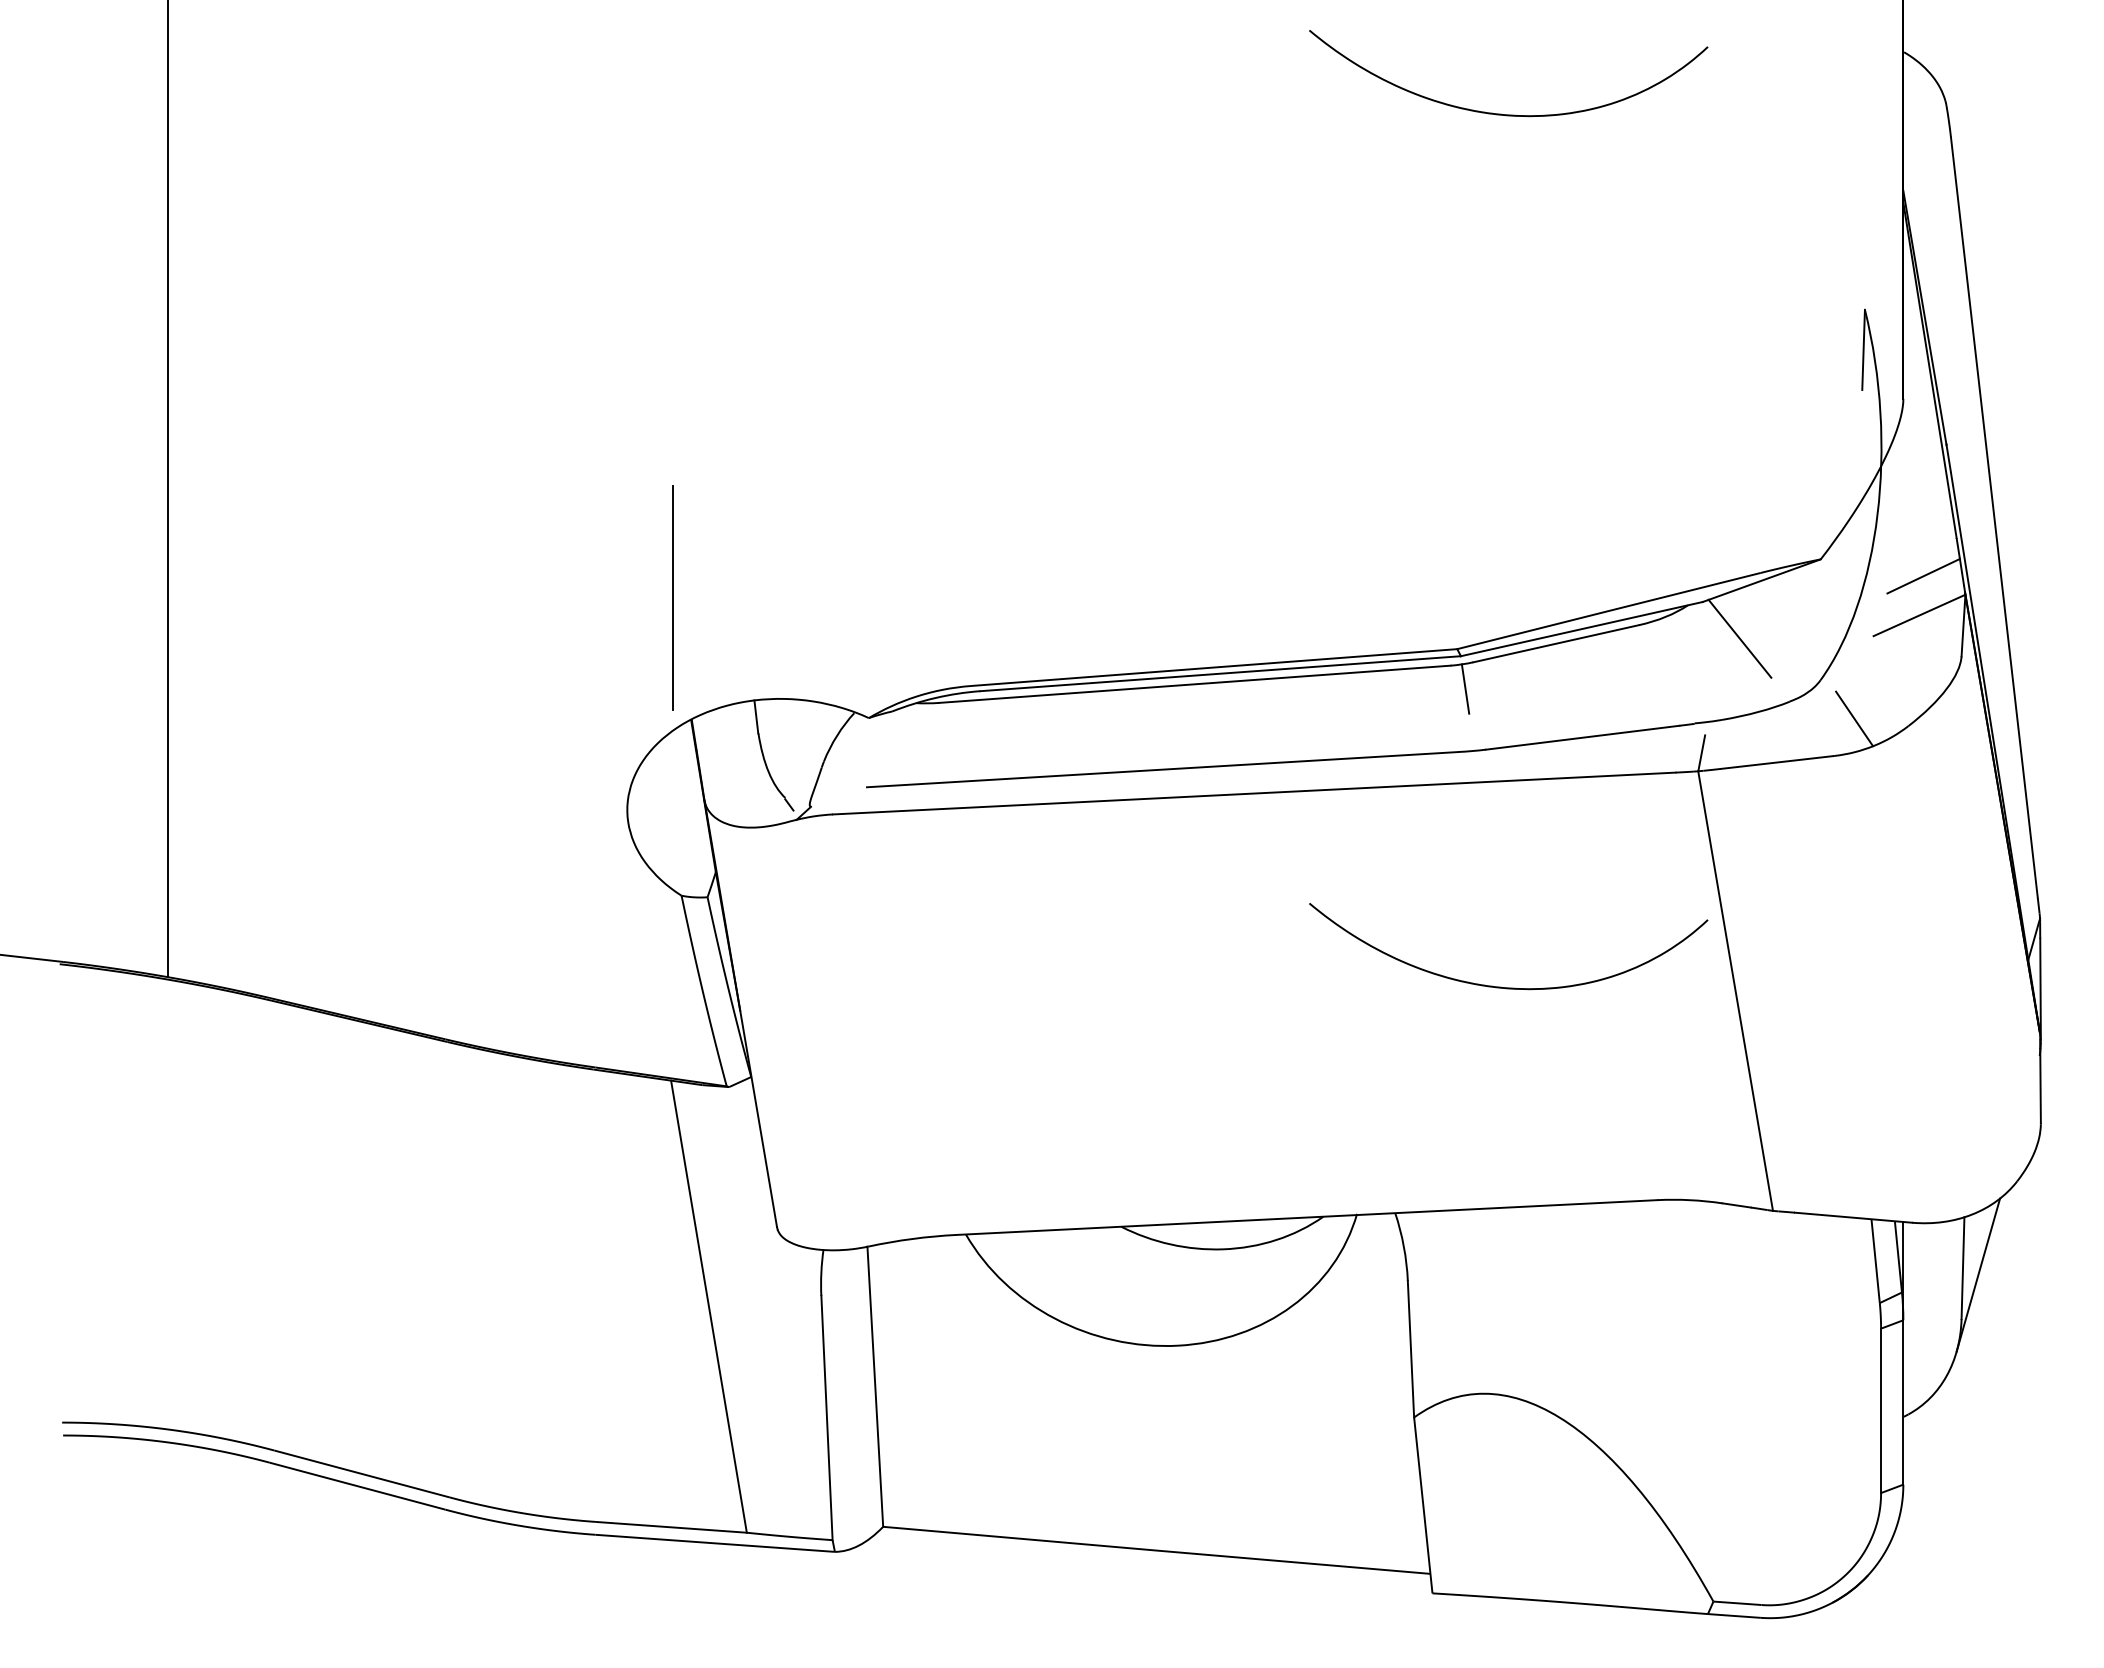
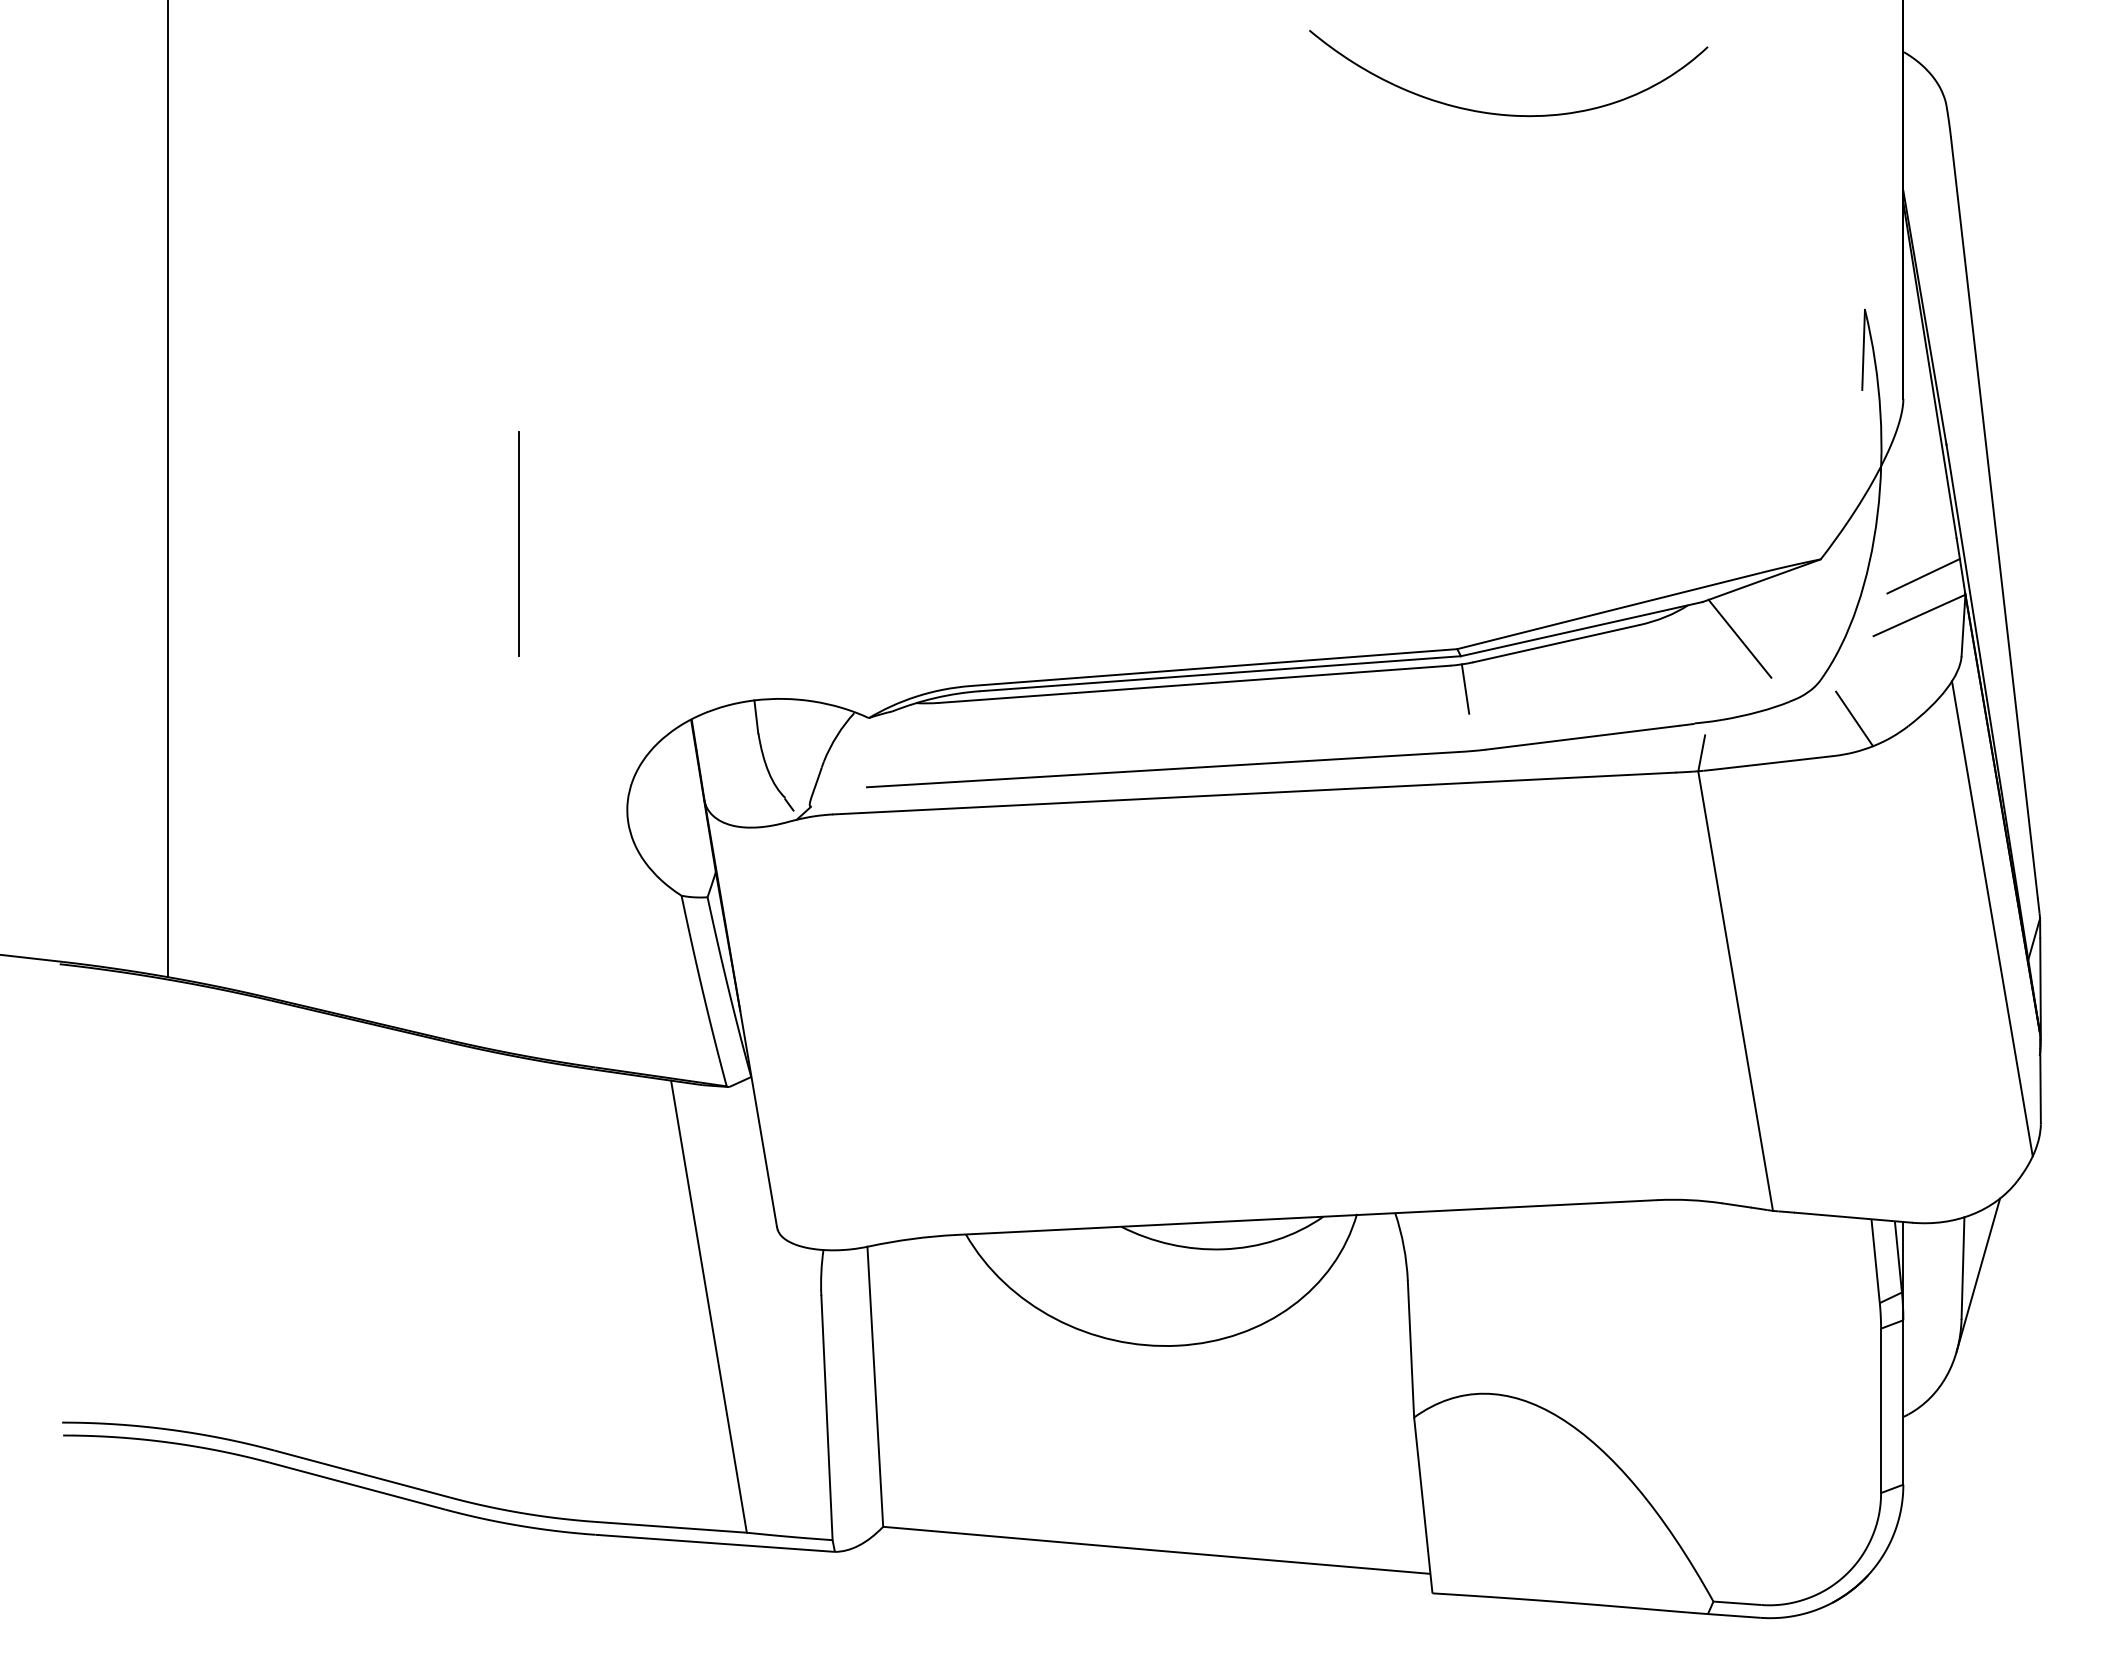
line at (672, 597) position: (672, 597) -> (518, 543)
line at (1992, 918): none -> present
curve at (1501, 986): present -> none
